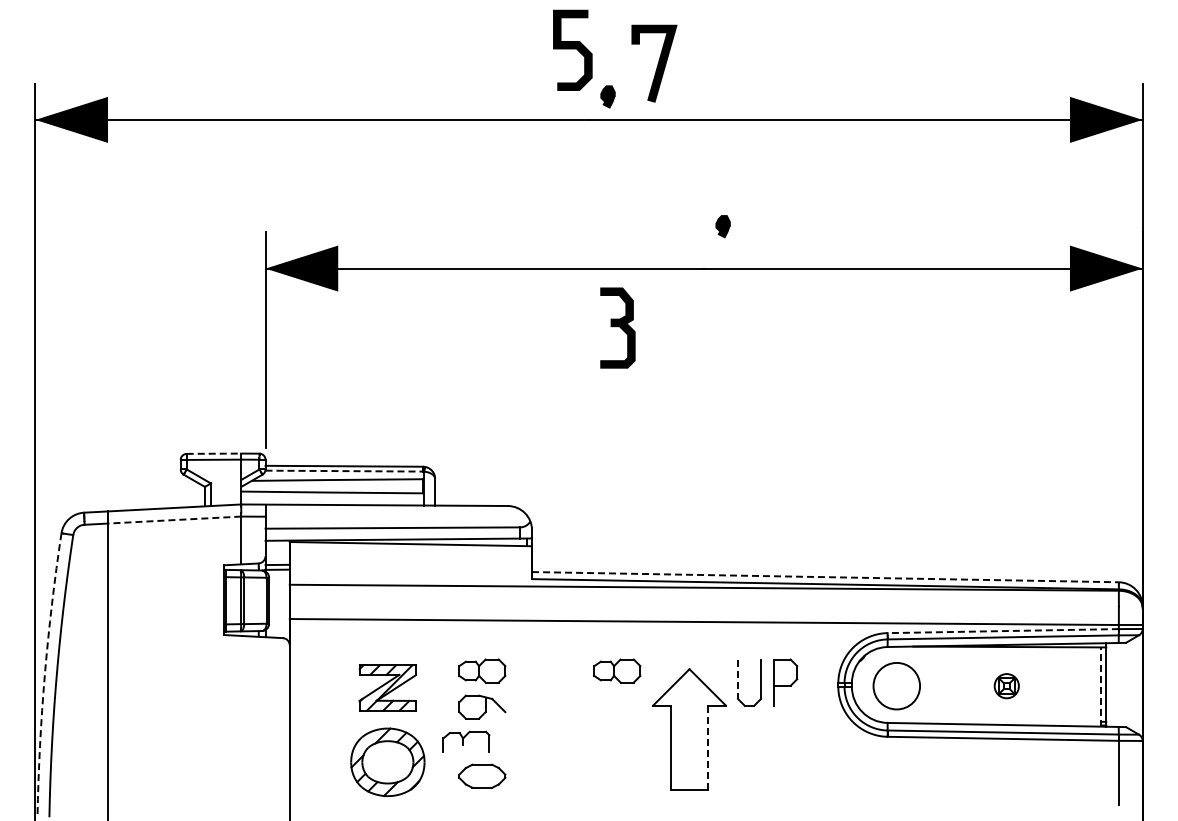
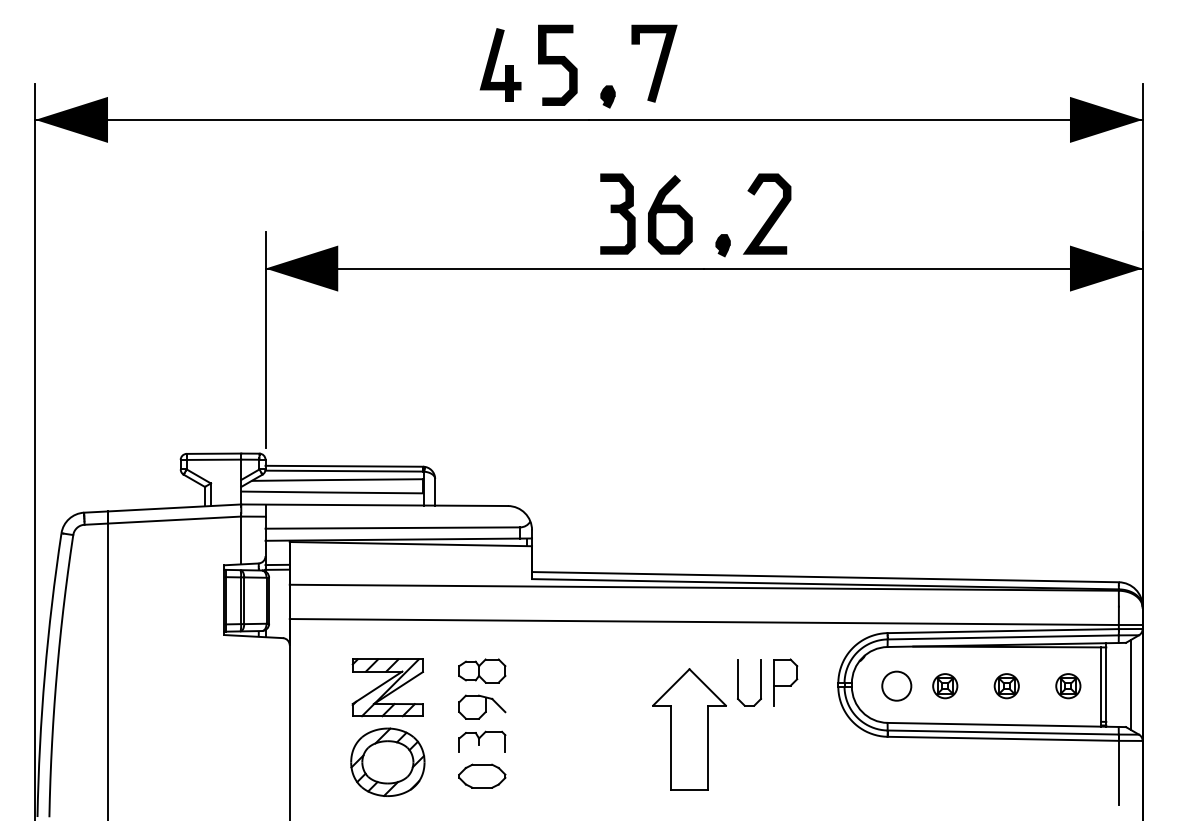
curve at (572, 49) position: (572, 49) -> (557, 64)
part at (500, 64): none -> present
curve at (670, 213): none -> present
curve at (770, 214): none -> present
part at (722, 226) position: (722, 226) -> (722, 245)
part at (617, 327) position: (617, 327) -> (617, 213)
line at (214, 453): dashed -> solid
line at (344, 471): dashed -> solid
line at (174, 520): dashed -> solid
line at (825, 577): dashed -> solid
line at (1003, 631): dashed -> solid
part at (617, 670): present -> none
arc at (44, 674): dashed -> solid
line at (737, 679): dashed -> solid
line at (1130, 684): none -> present
circle at (896, 685) diameter: 47 px -> 29 px
part at (945, 686): none -> present
part at (1068, 686): none -> present
part at (387, 687) size: 59x48 px -> 73x60 px
line at (1101, 687): dashed -> solid
part at (466, 741) position: (466, 741) -> (482, 741)
line at (707, 748): dashed -> solid
